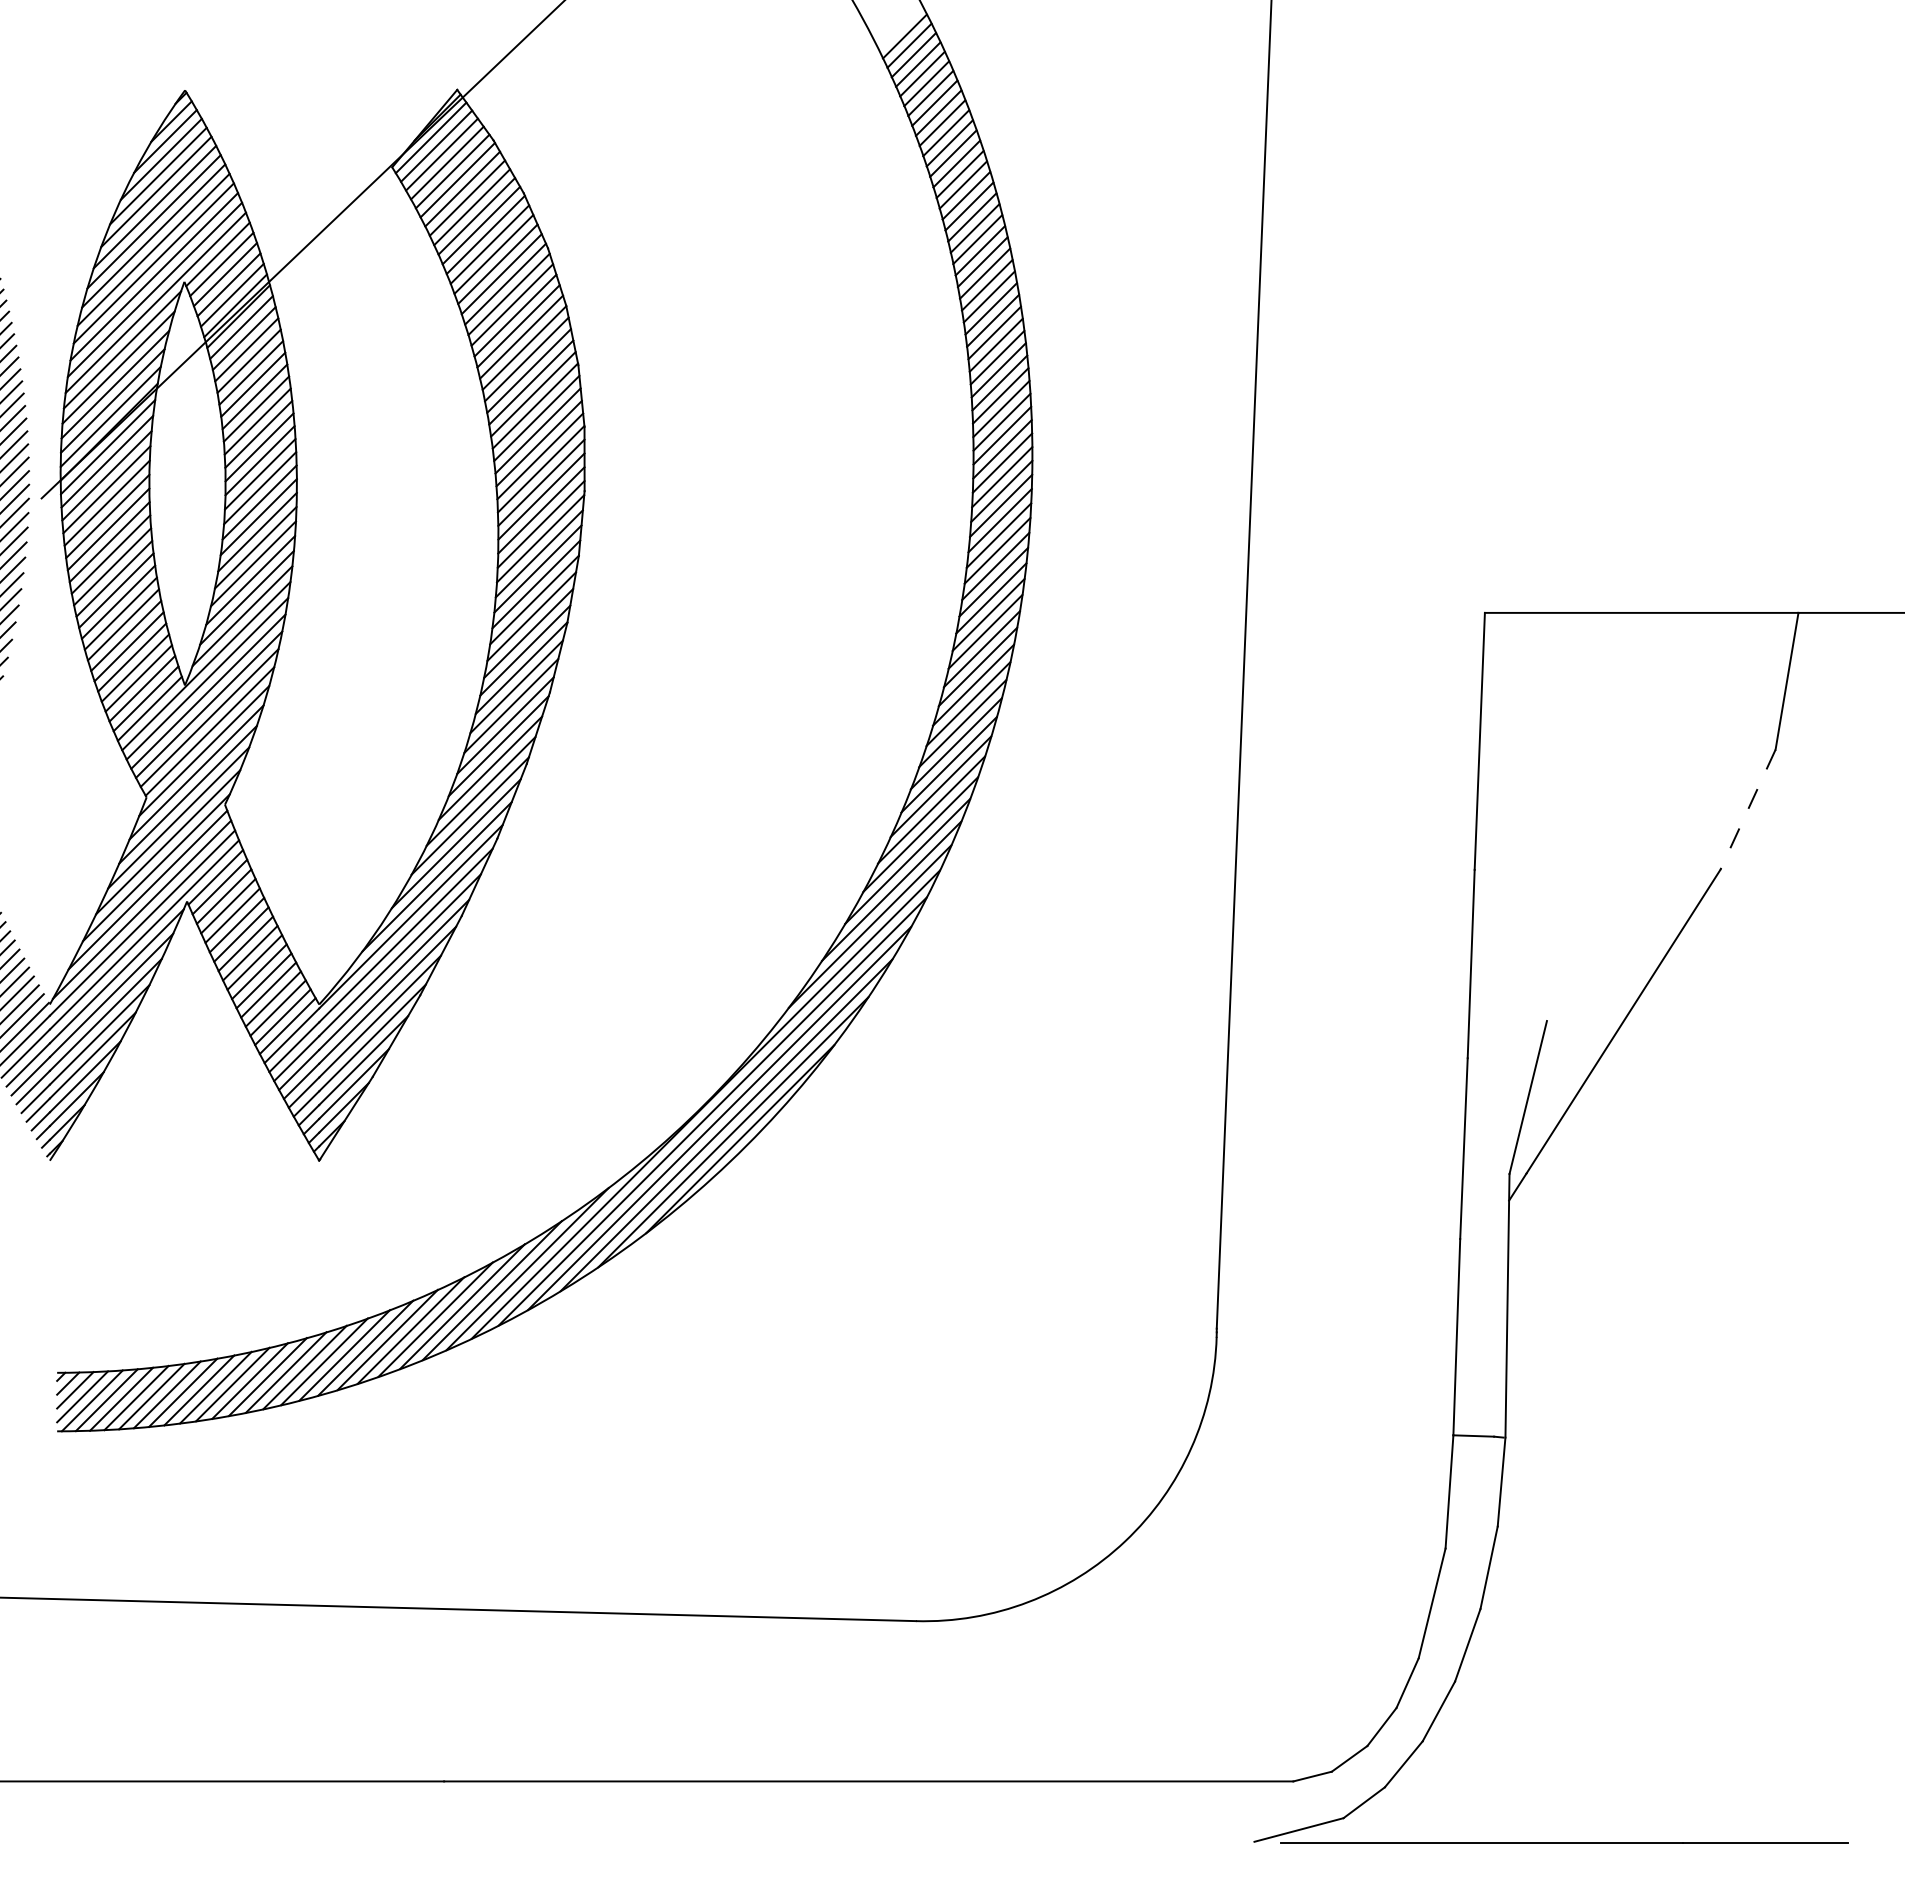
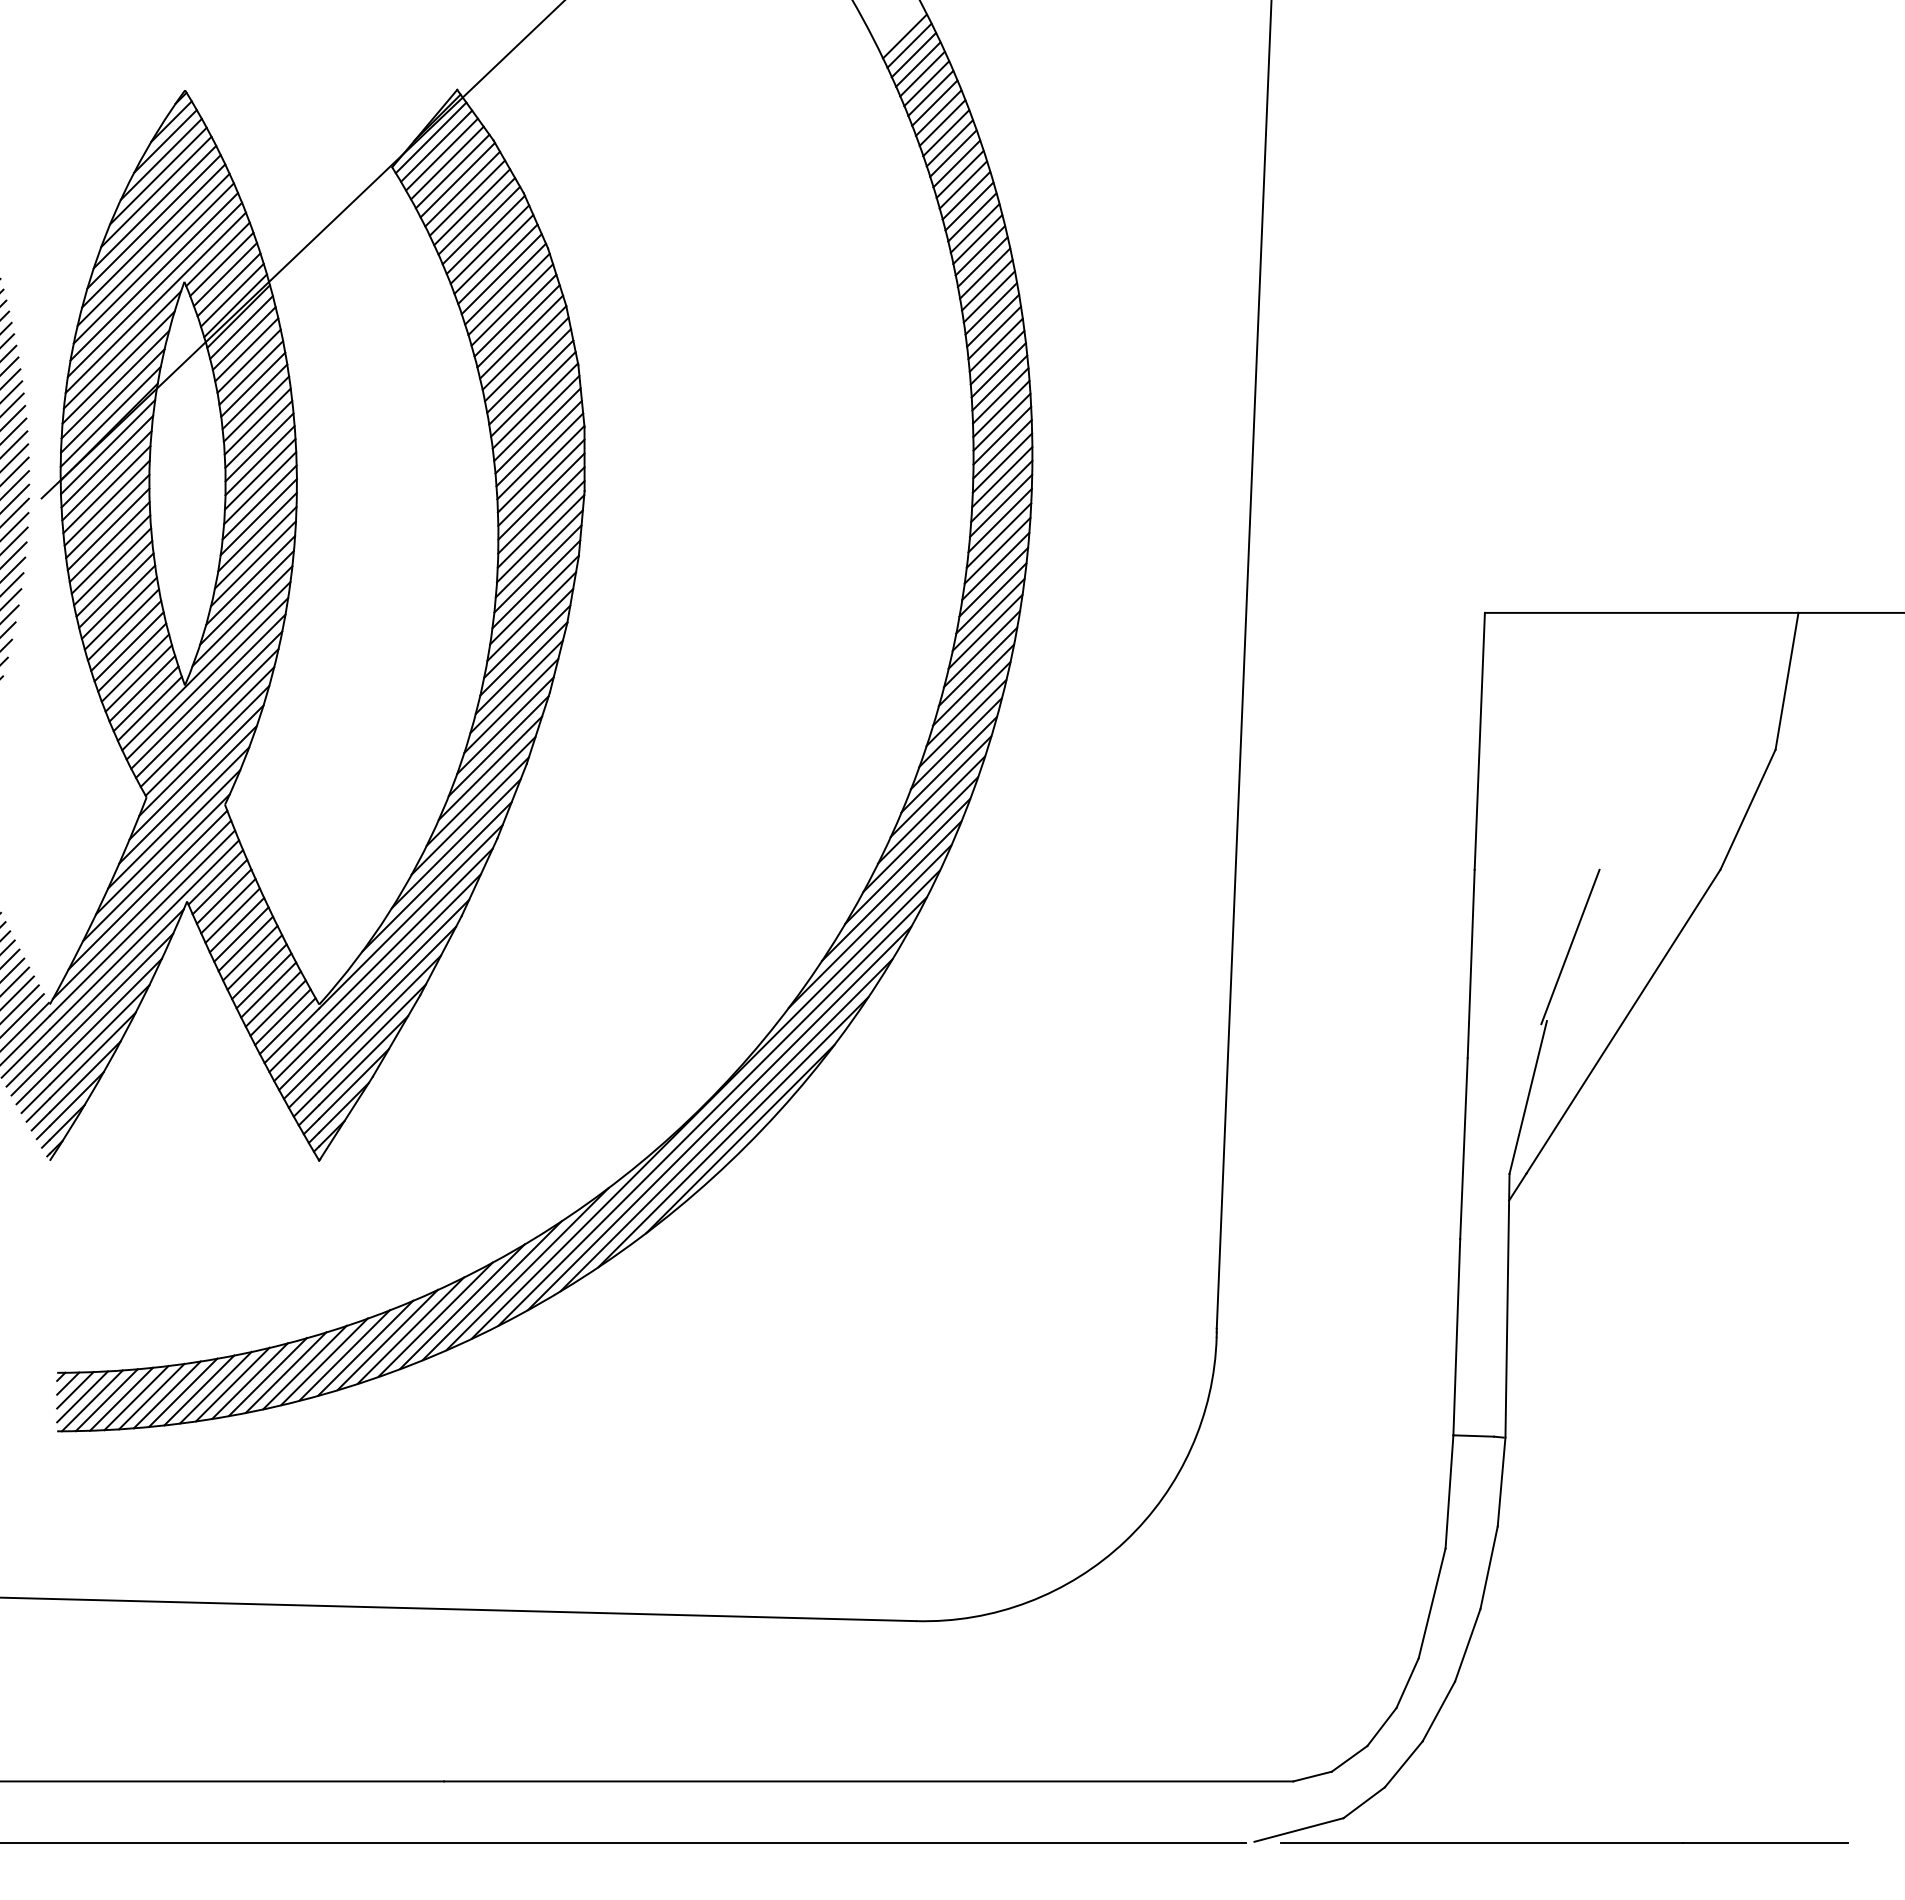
line at (1747, 810): dashed -> solid
line at (1570, 946): none -> present
line at (623, 1842): none -> present
